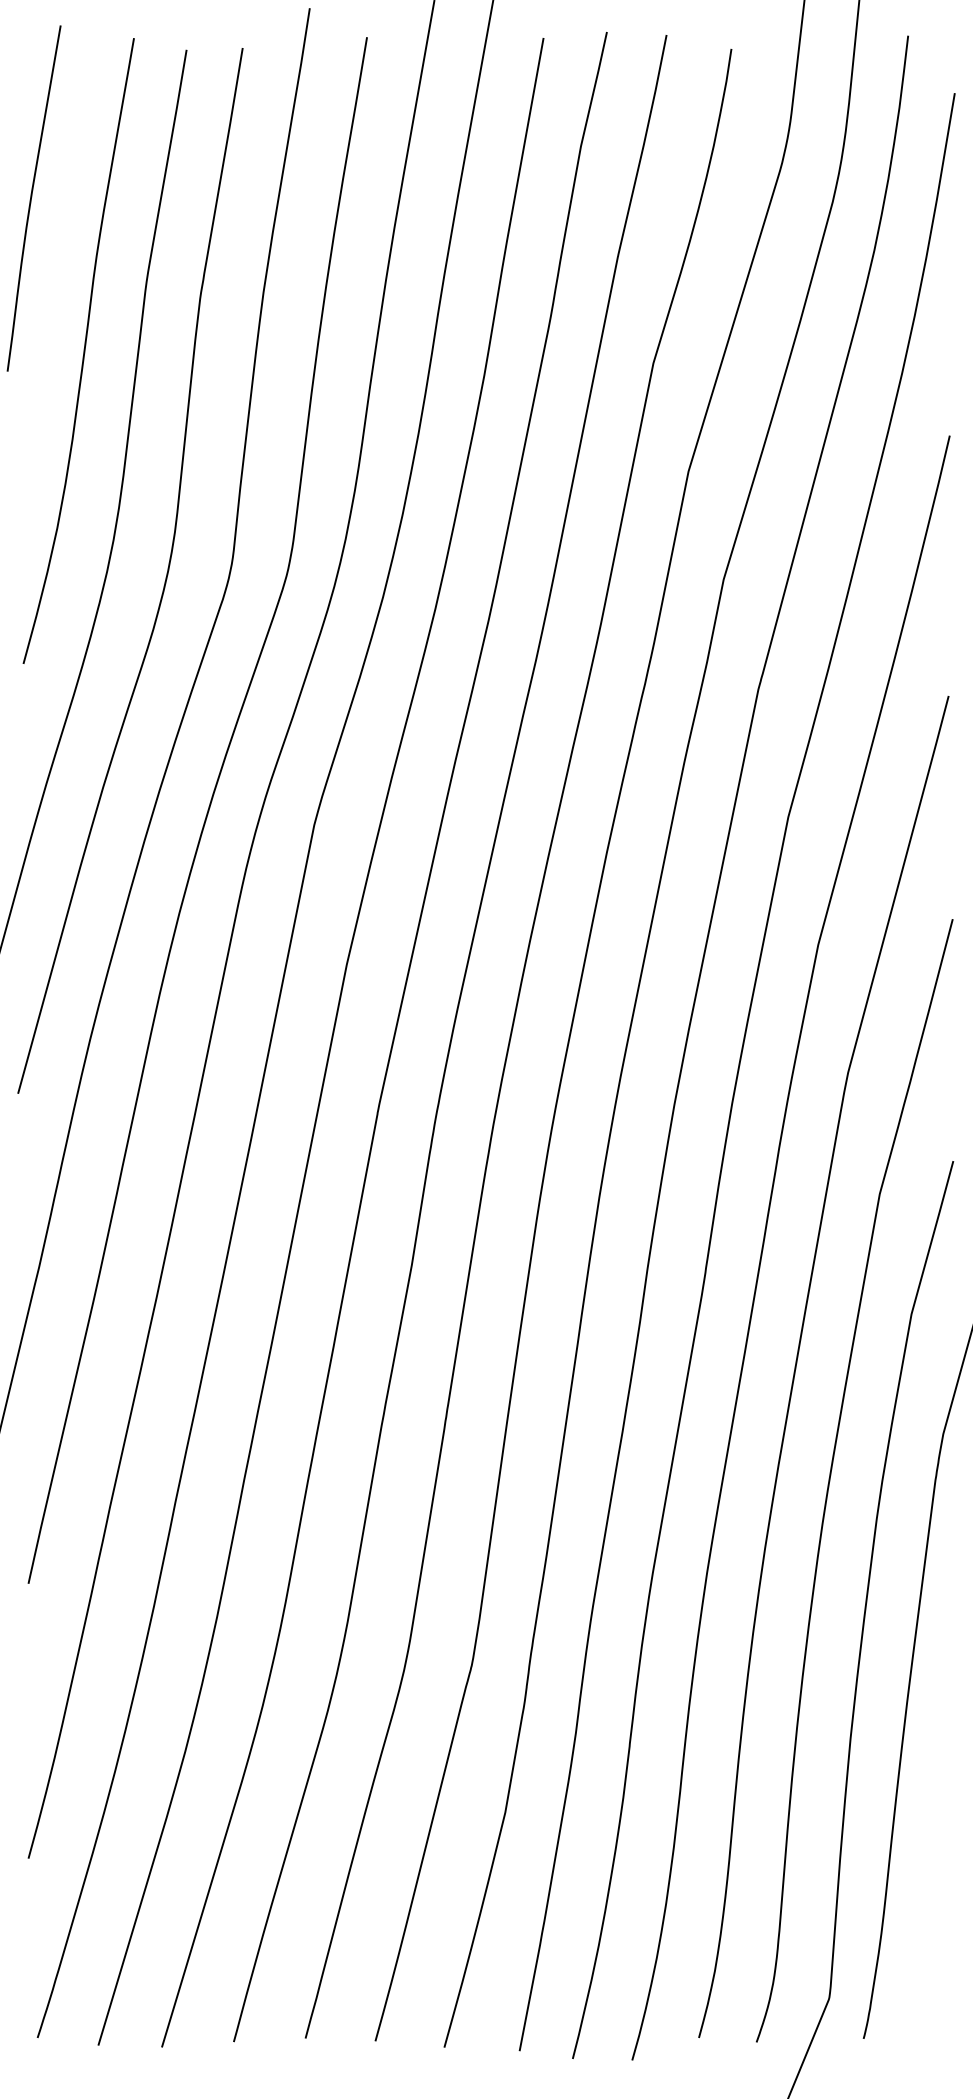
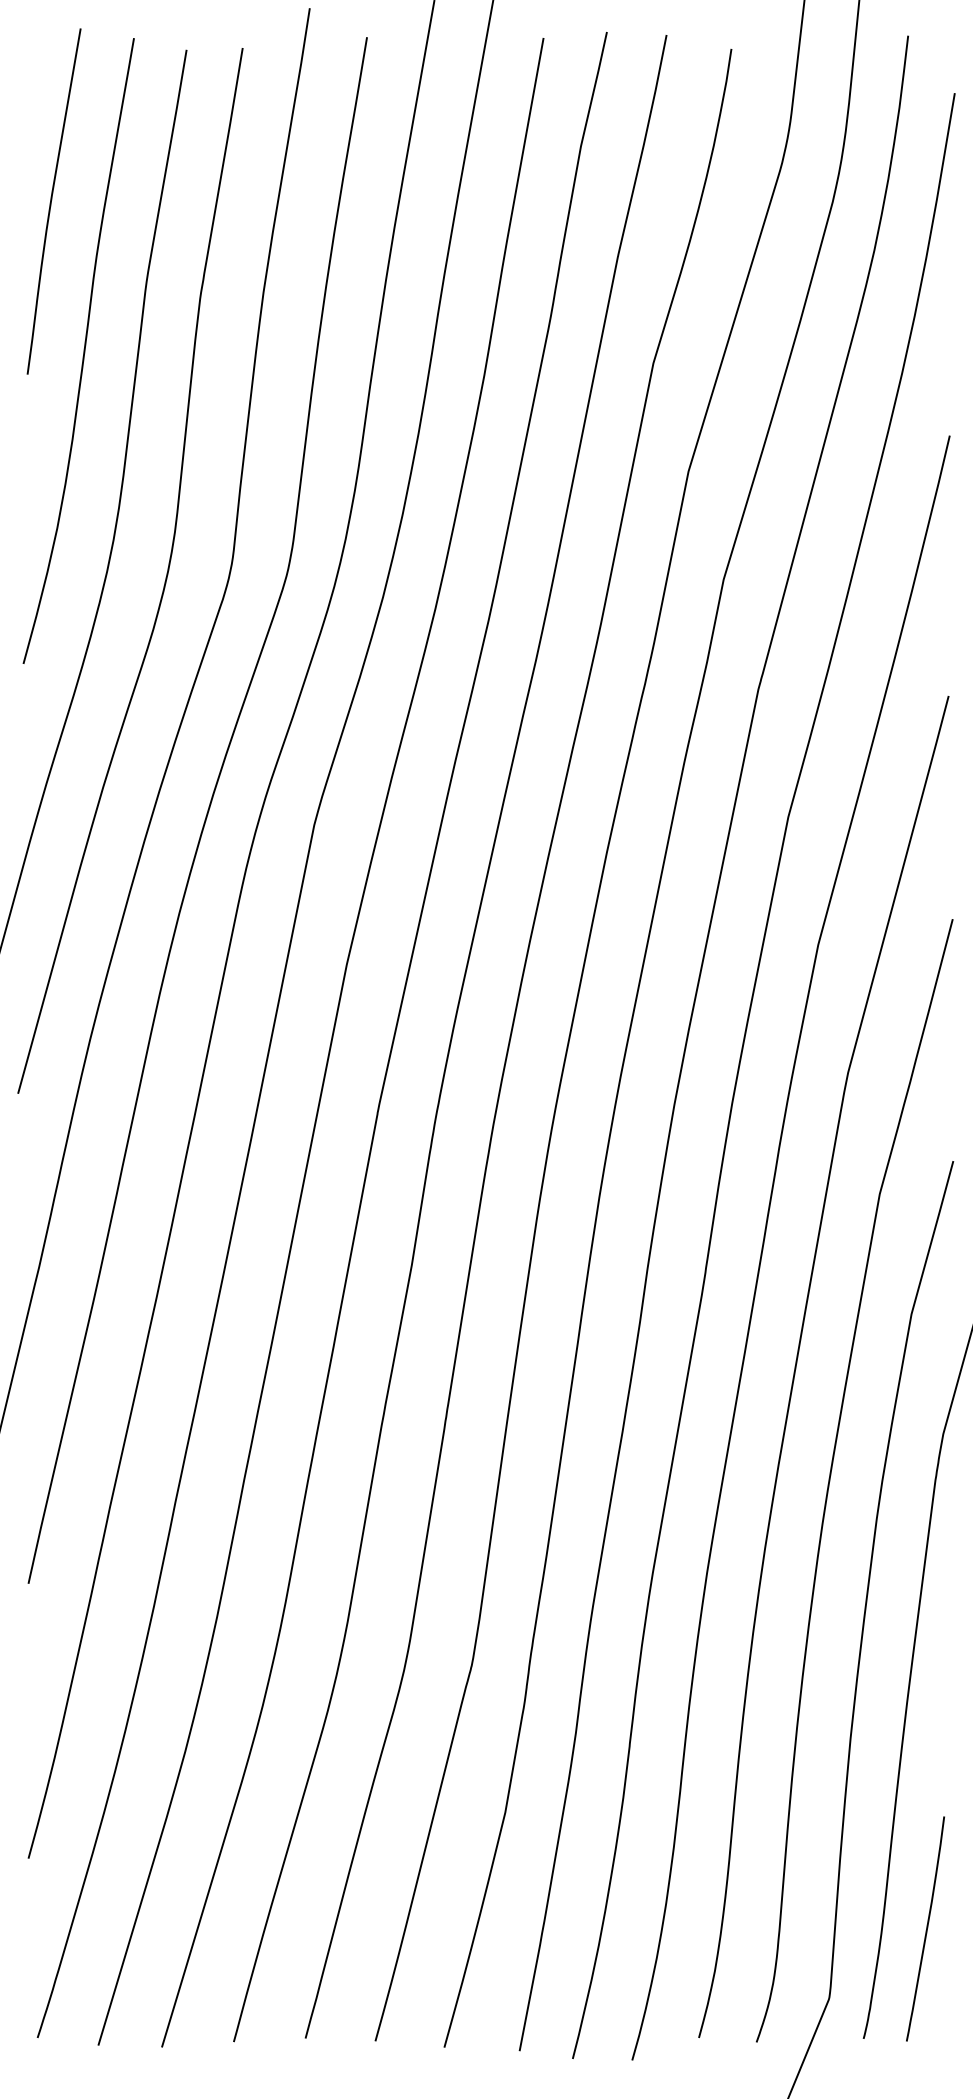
curve at (32, 197) position: (32, 197) -> (52, 200)
curve at (926, 1928): none -> present
